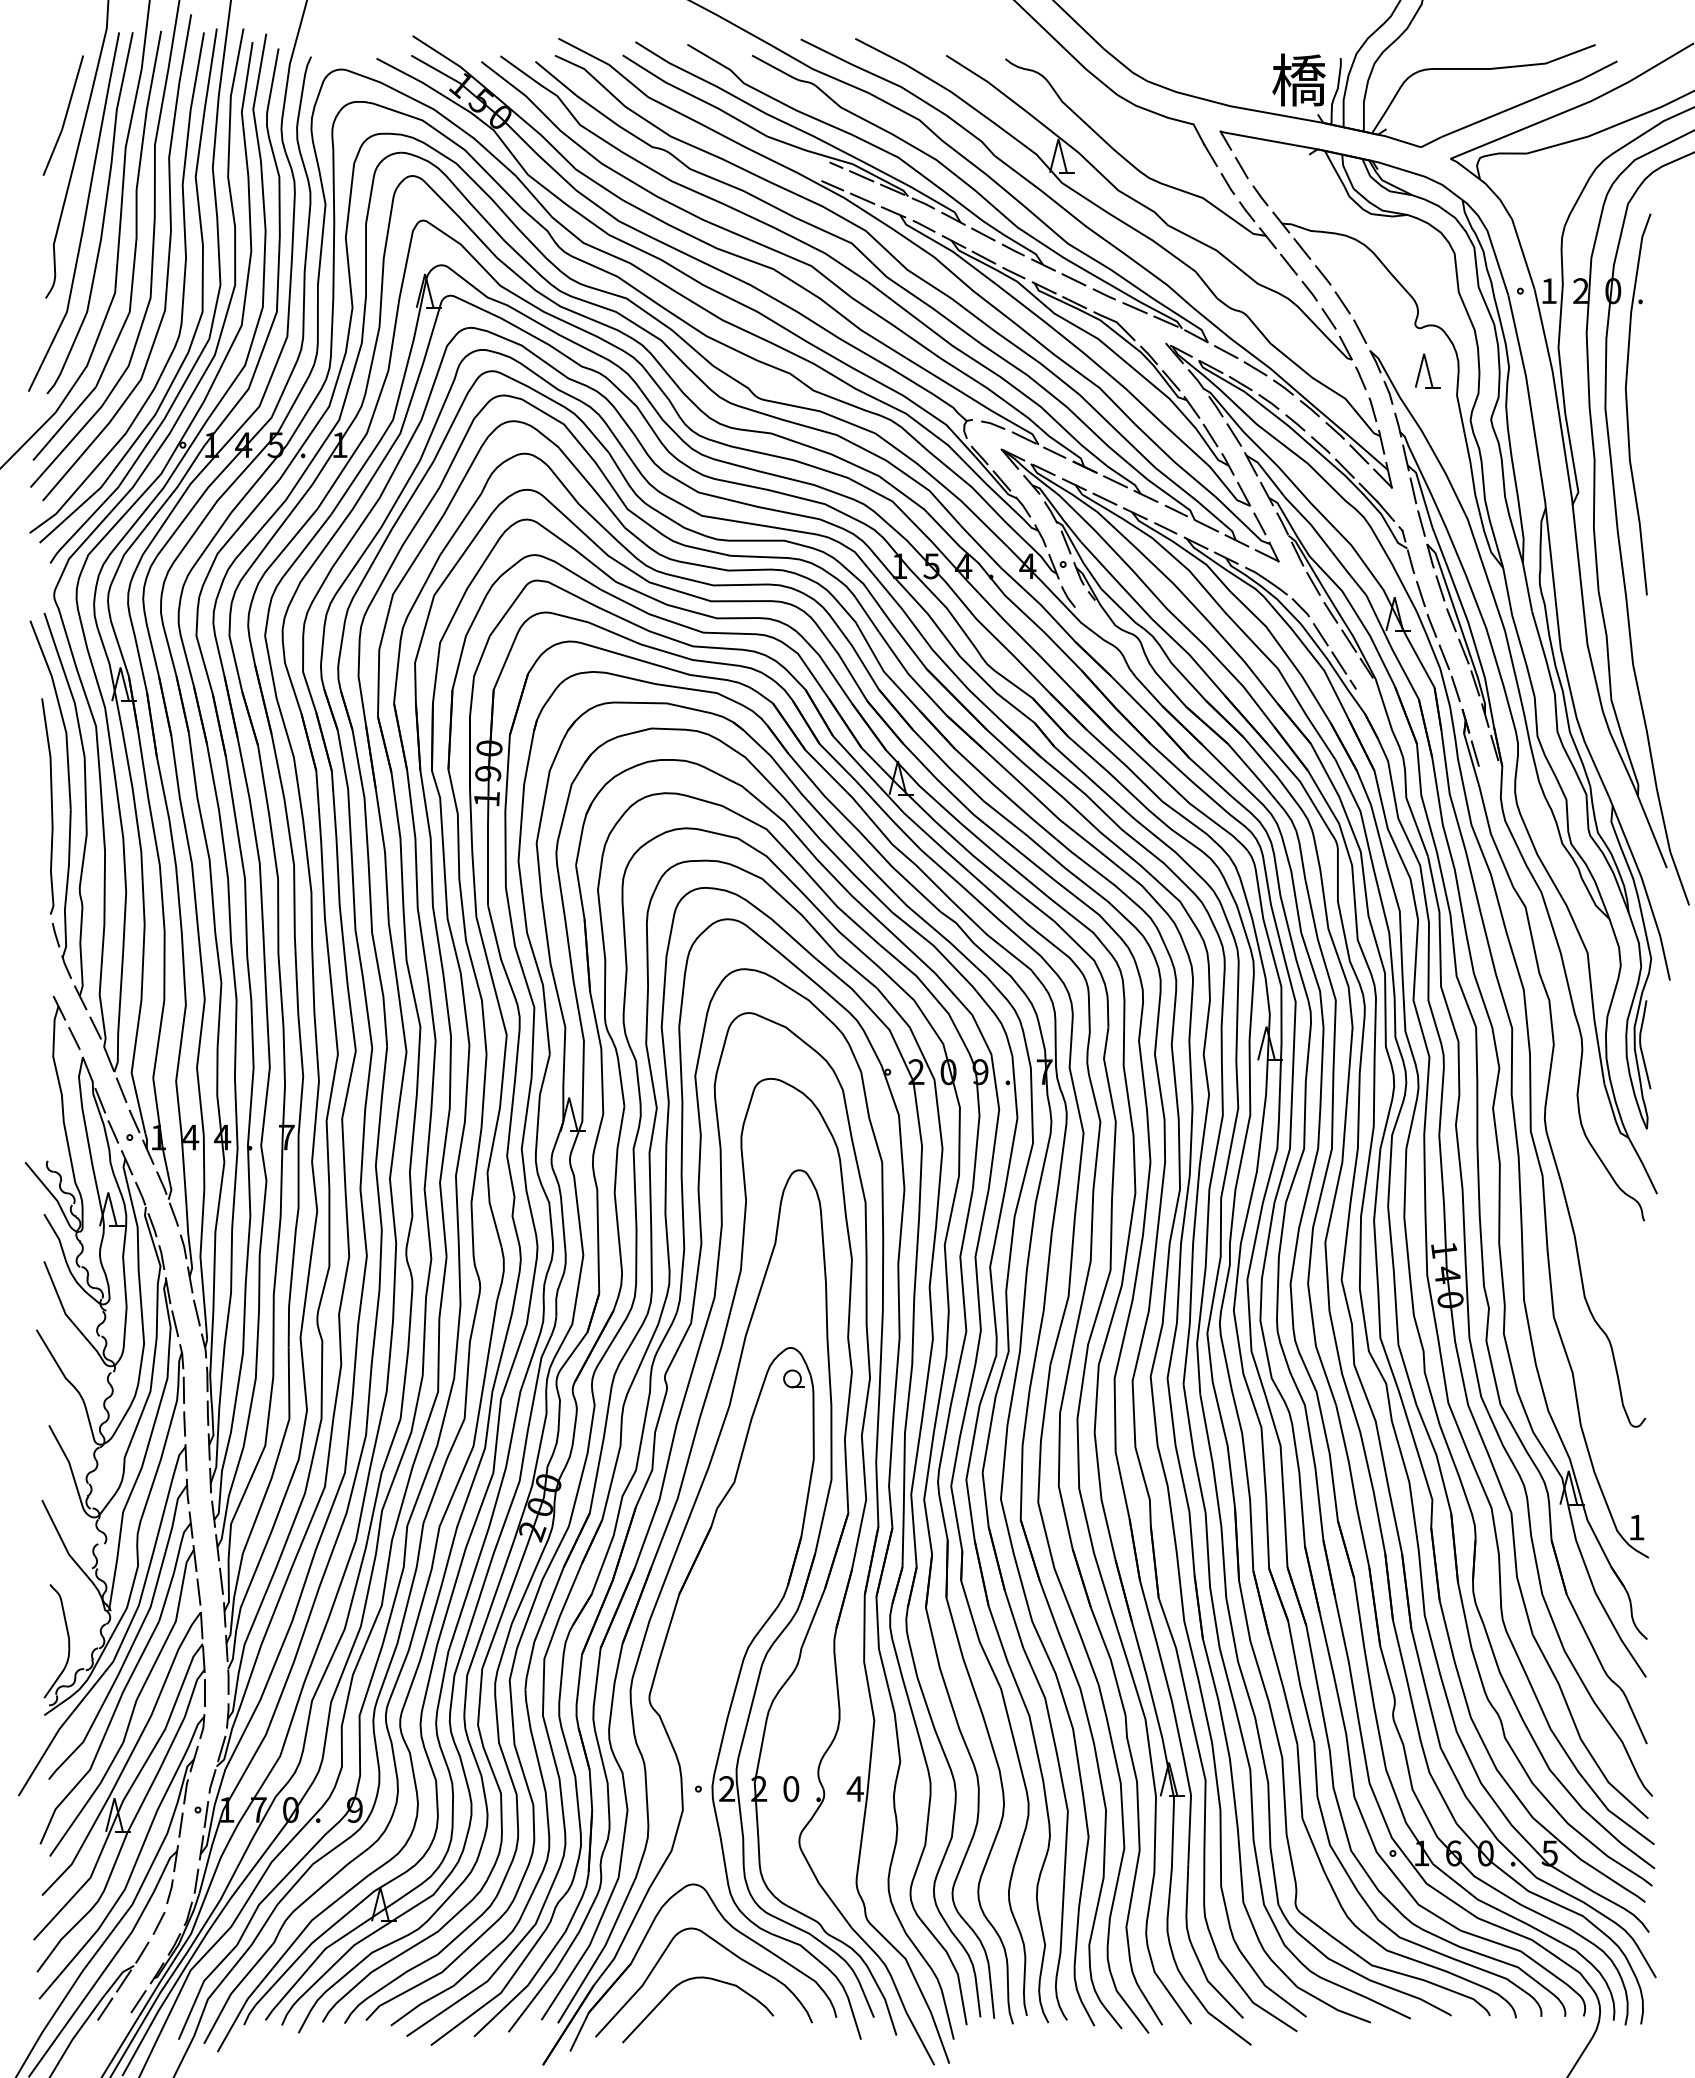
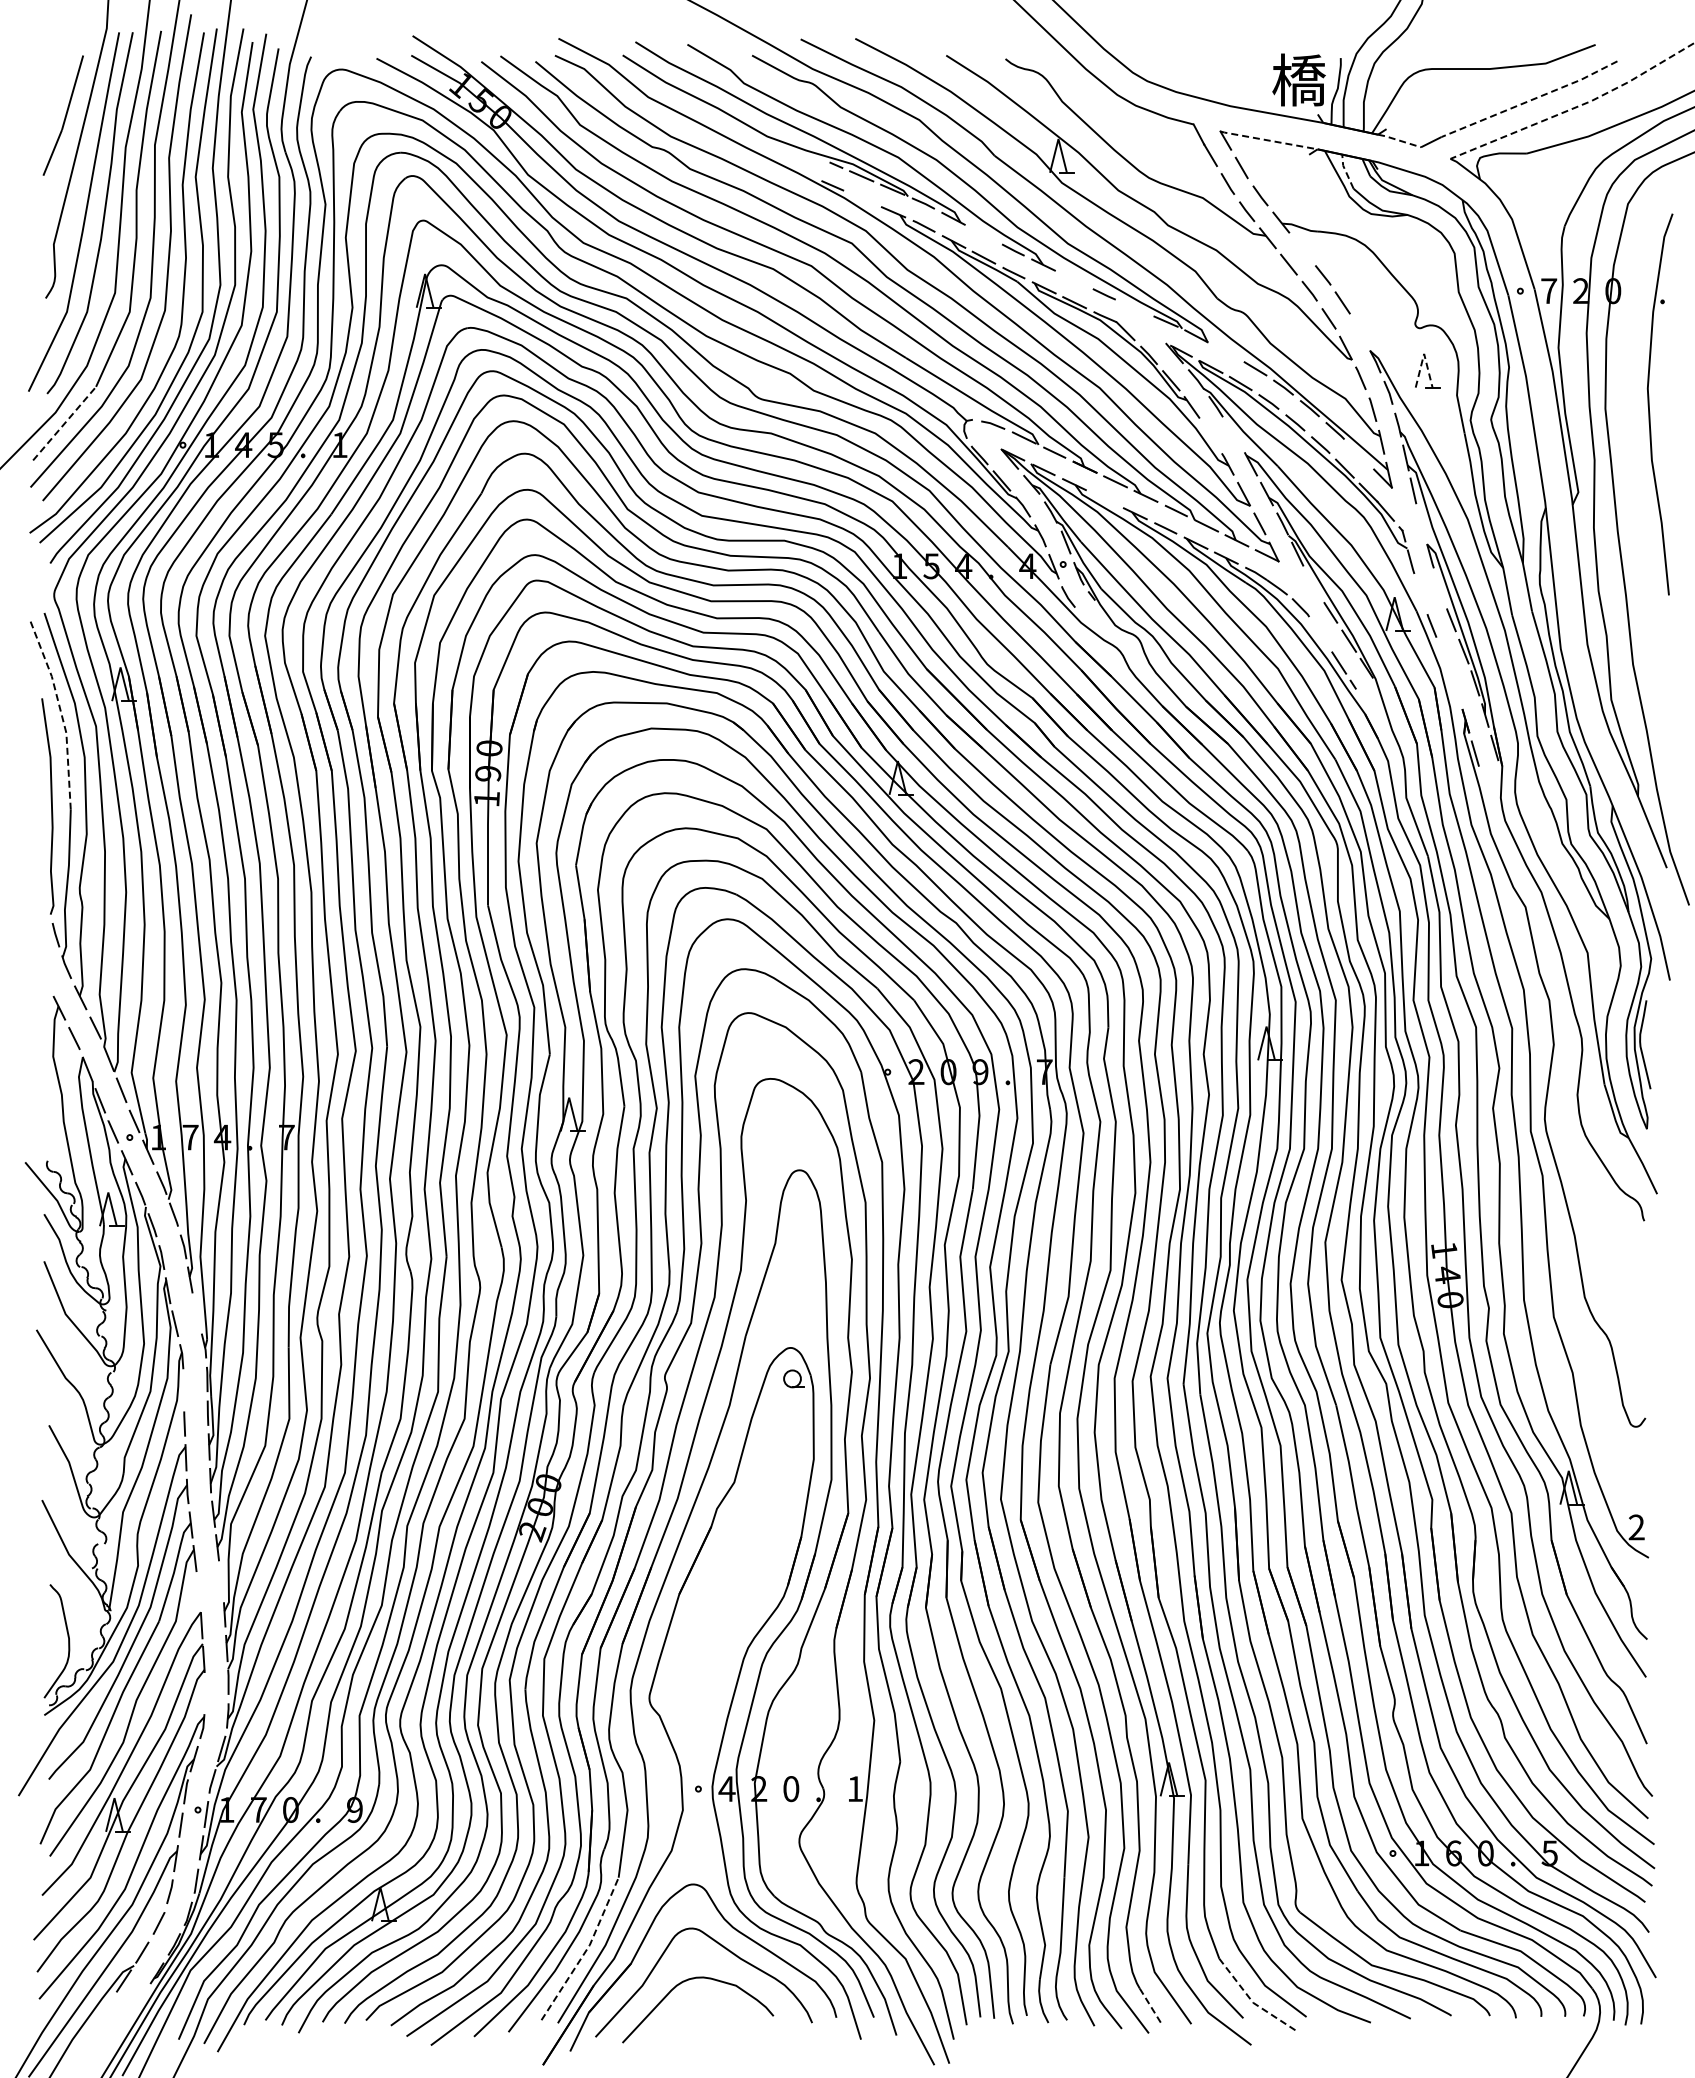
line at (1530, 100): solid -> dashed
line at (1576, 107): solid -> dashed
line at (1268, 140): solid -> dashed
line at (1399, 140): solid -> dashed
line at (1345, 170): solid -> dashed
line at (862, 198): present -> none
line at (983, 234): present -> none
line at (1302, 248): present -> none
line at (1073, 279): present -> none
text at (1549, 290): 1 -> 7
line at (1134, 308): present -> none
line at (1360, 331): present -> none
line at (1226, 352): present -> none
line at (1424, 353): solid -> dashed
part at (1627, 404) position: (1627, 404) -> (1649, 404)
line at (64, 423): solid -> dashed
line at (1234, 434): present -> none
line at (1210, 435): present -> none
line at (1359, 454): present -> none
line at (1104, 498): present -> none
line at (1421, 523): present -> none
line at (1313, 583): present -> none
line at (1440, 588): present -> none
line at (1420, 593): present -> none
line at (1320, 634): present -> none
line at (1444, 657): present -> none
line at (1455, 688): present -> none
line at (61, 712): solid -> dashed
text at (190, 1137): 4 -> 7
line at (196, 1312): present -> none
line at (183, 1390): present -> none
text at (1636, 1527): 1 -> 2
line at (221, 1580): present -> none
line at (198, 1591): present -> none
line at (204, 1692): present -> none
text at (726, 1788): 2 -> 4
text at (854, 1788): 4 -> 1
line at (586, 1951): solid -> dashed
line at (138, 2001): present -> none
line at (1252, 2002): solid -> dashed
line at (1151, 2006): solid -> dashed
line at (105, 2008): present -> none
